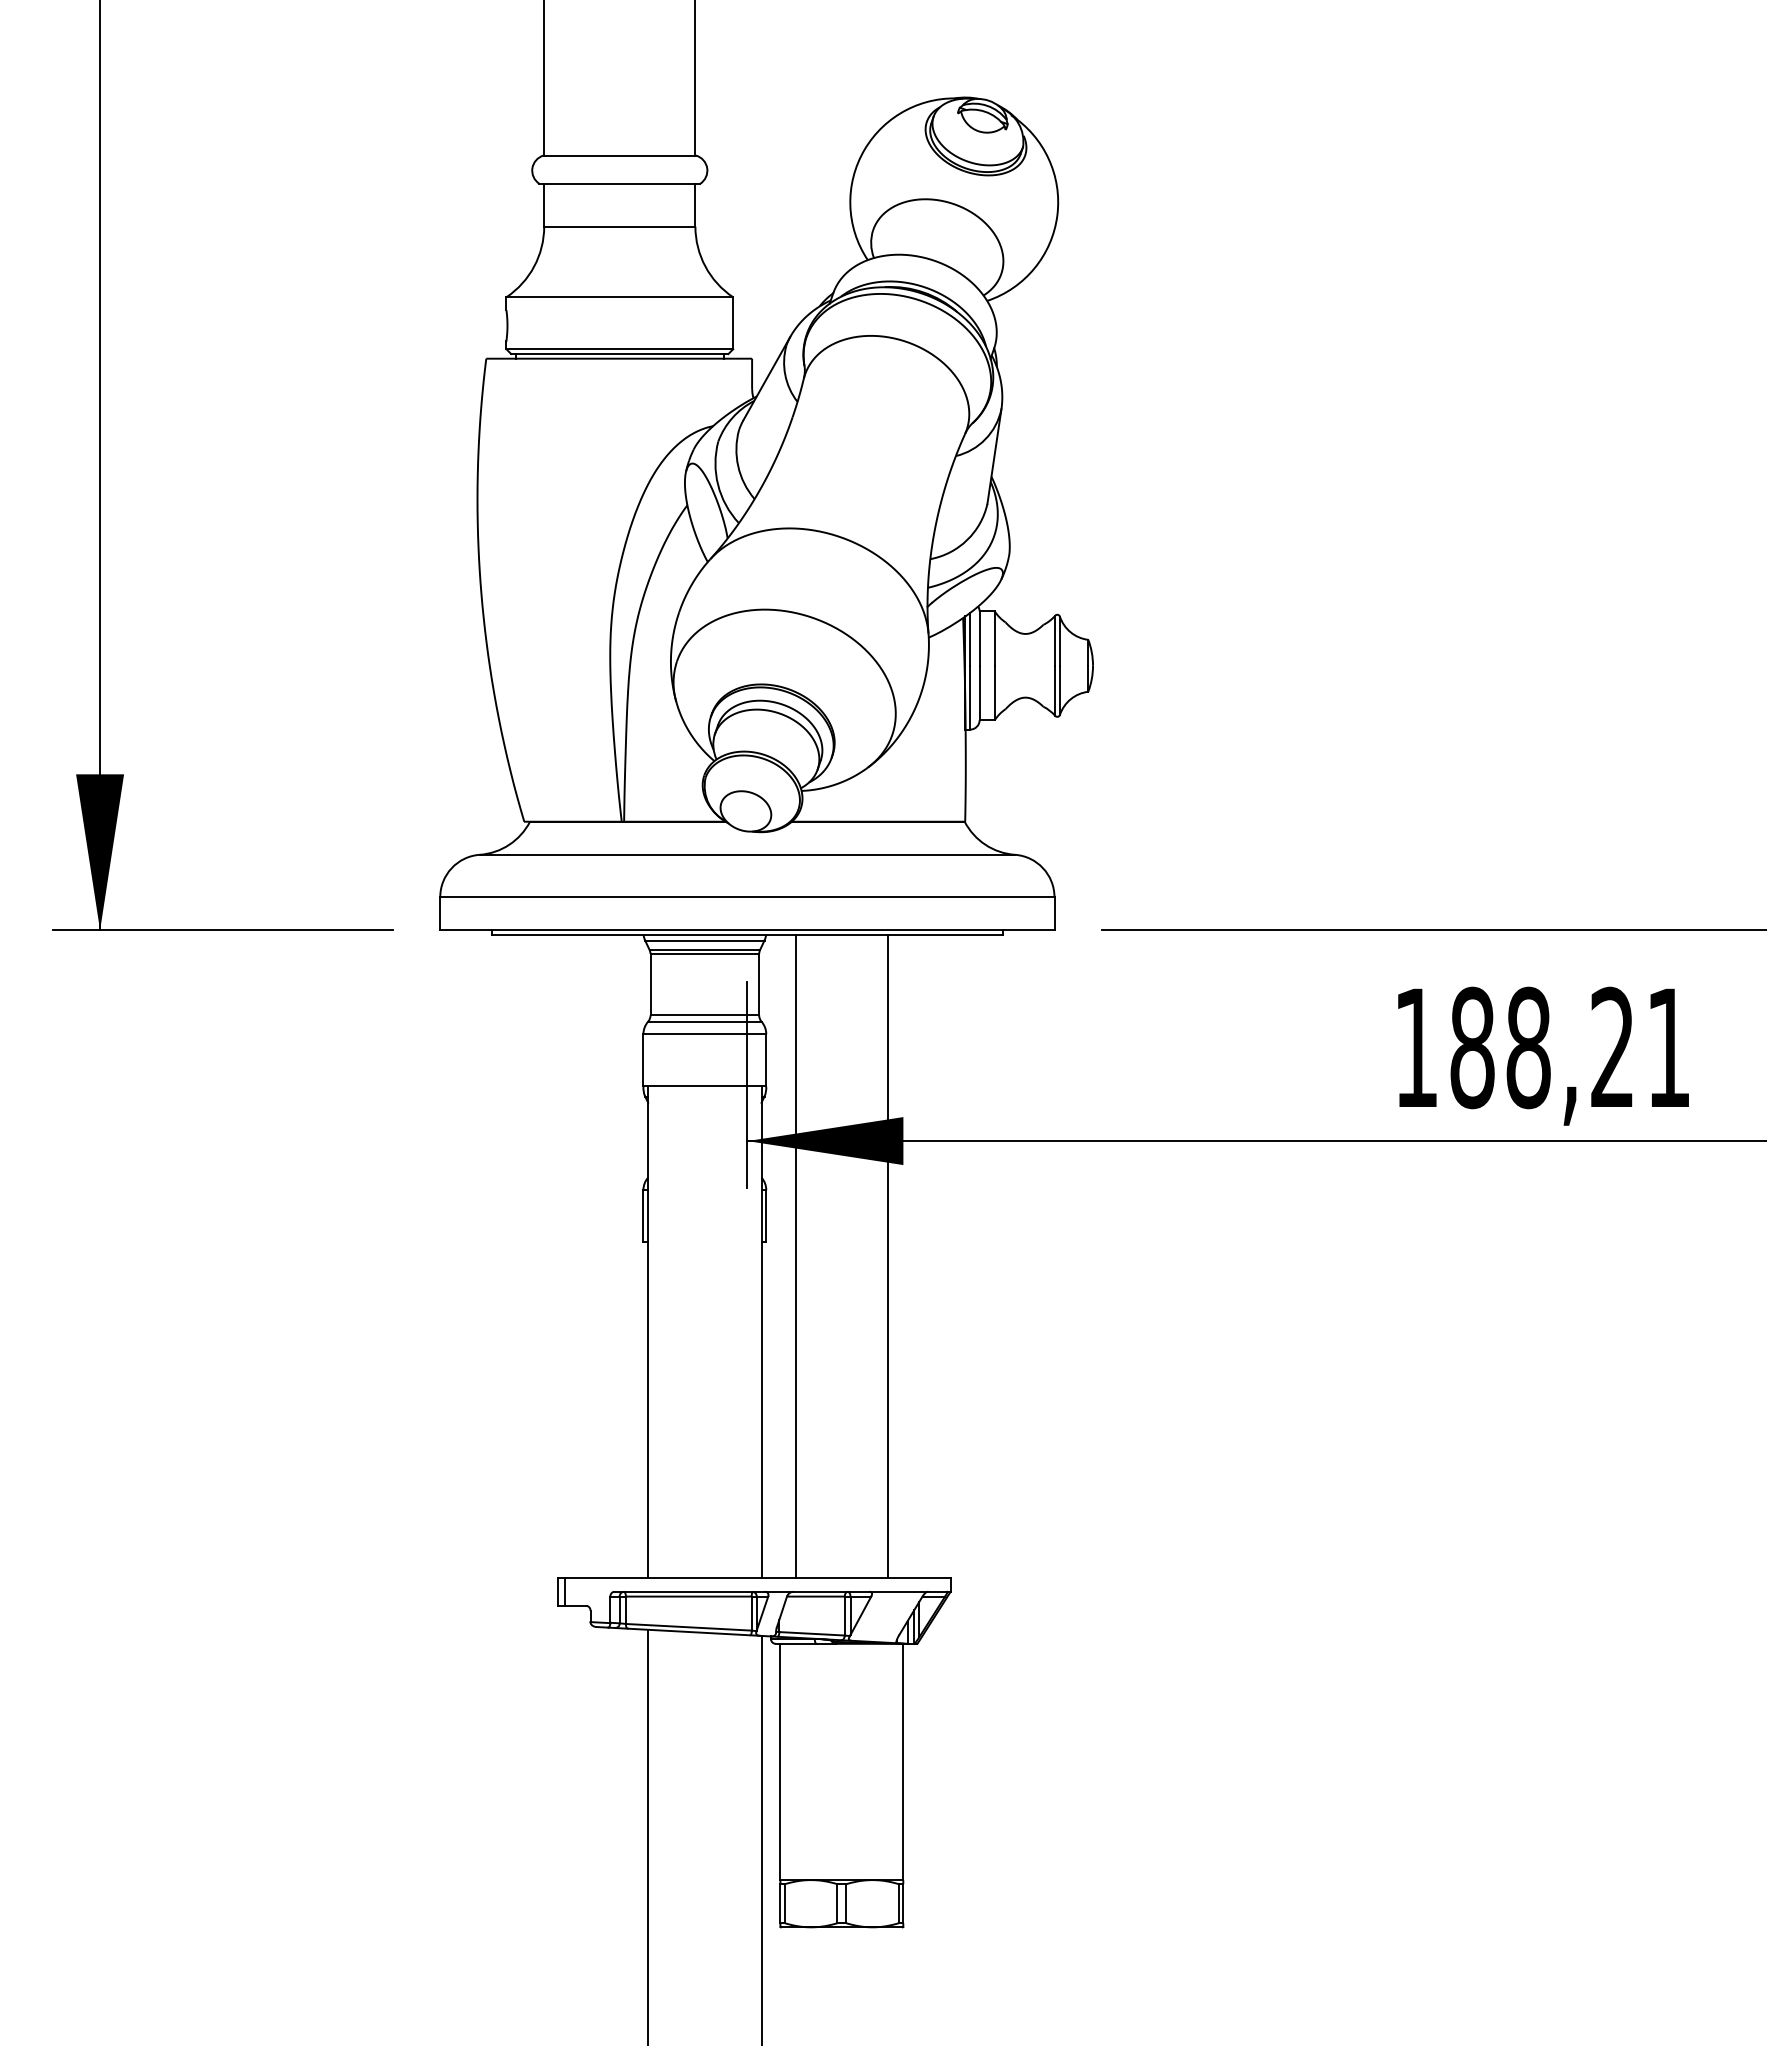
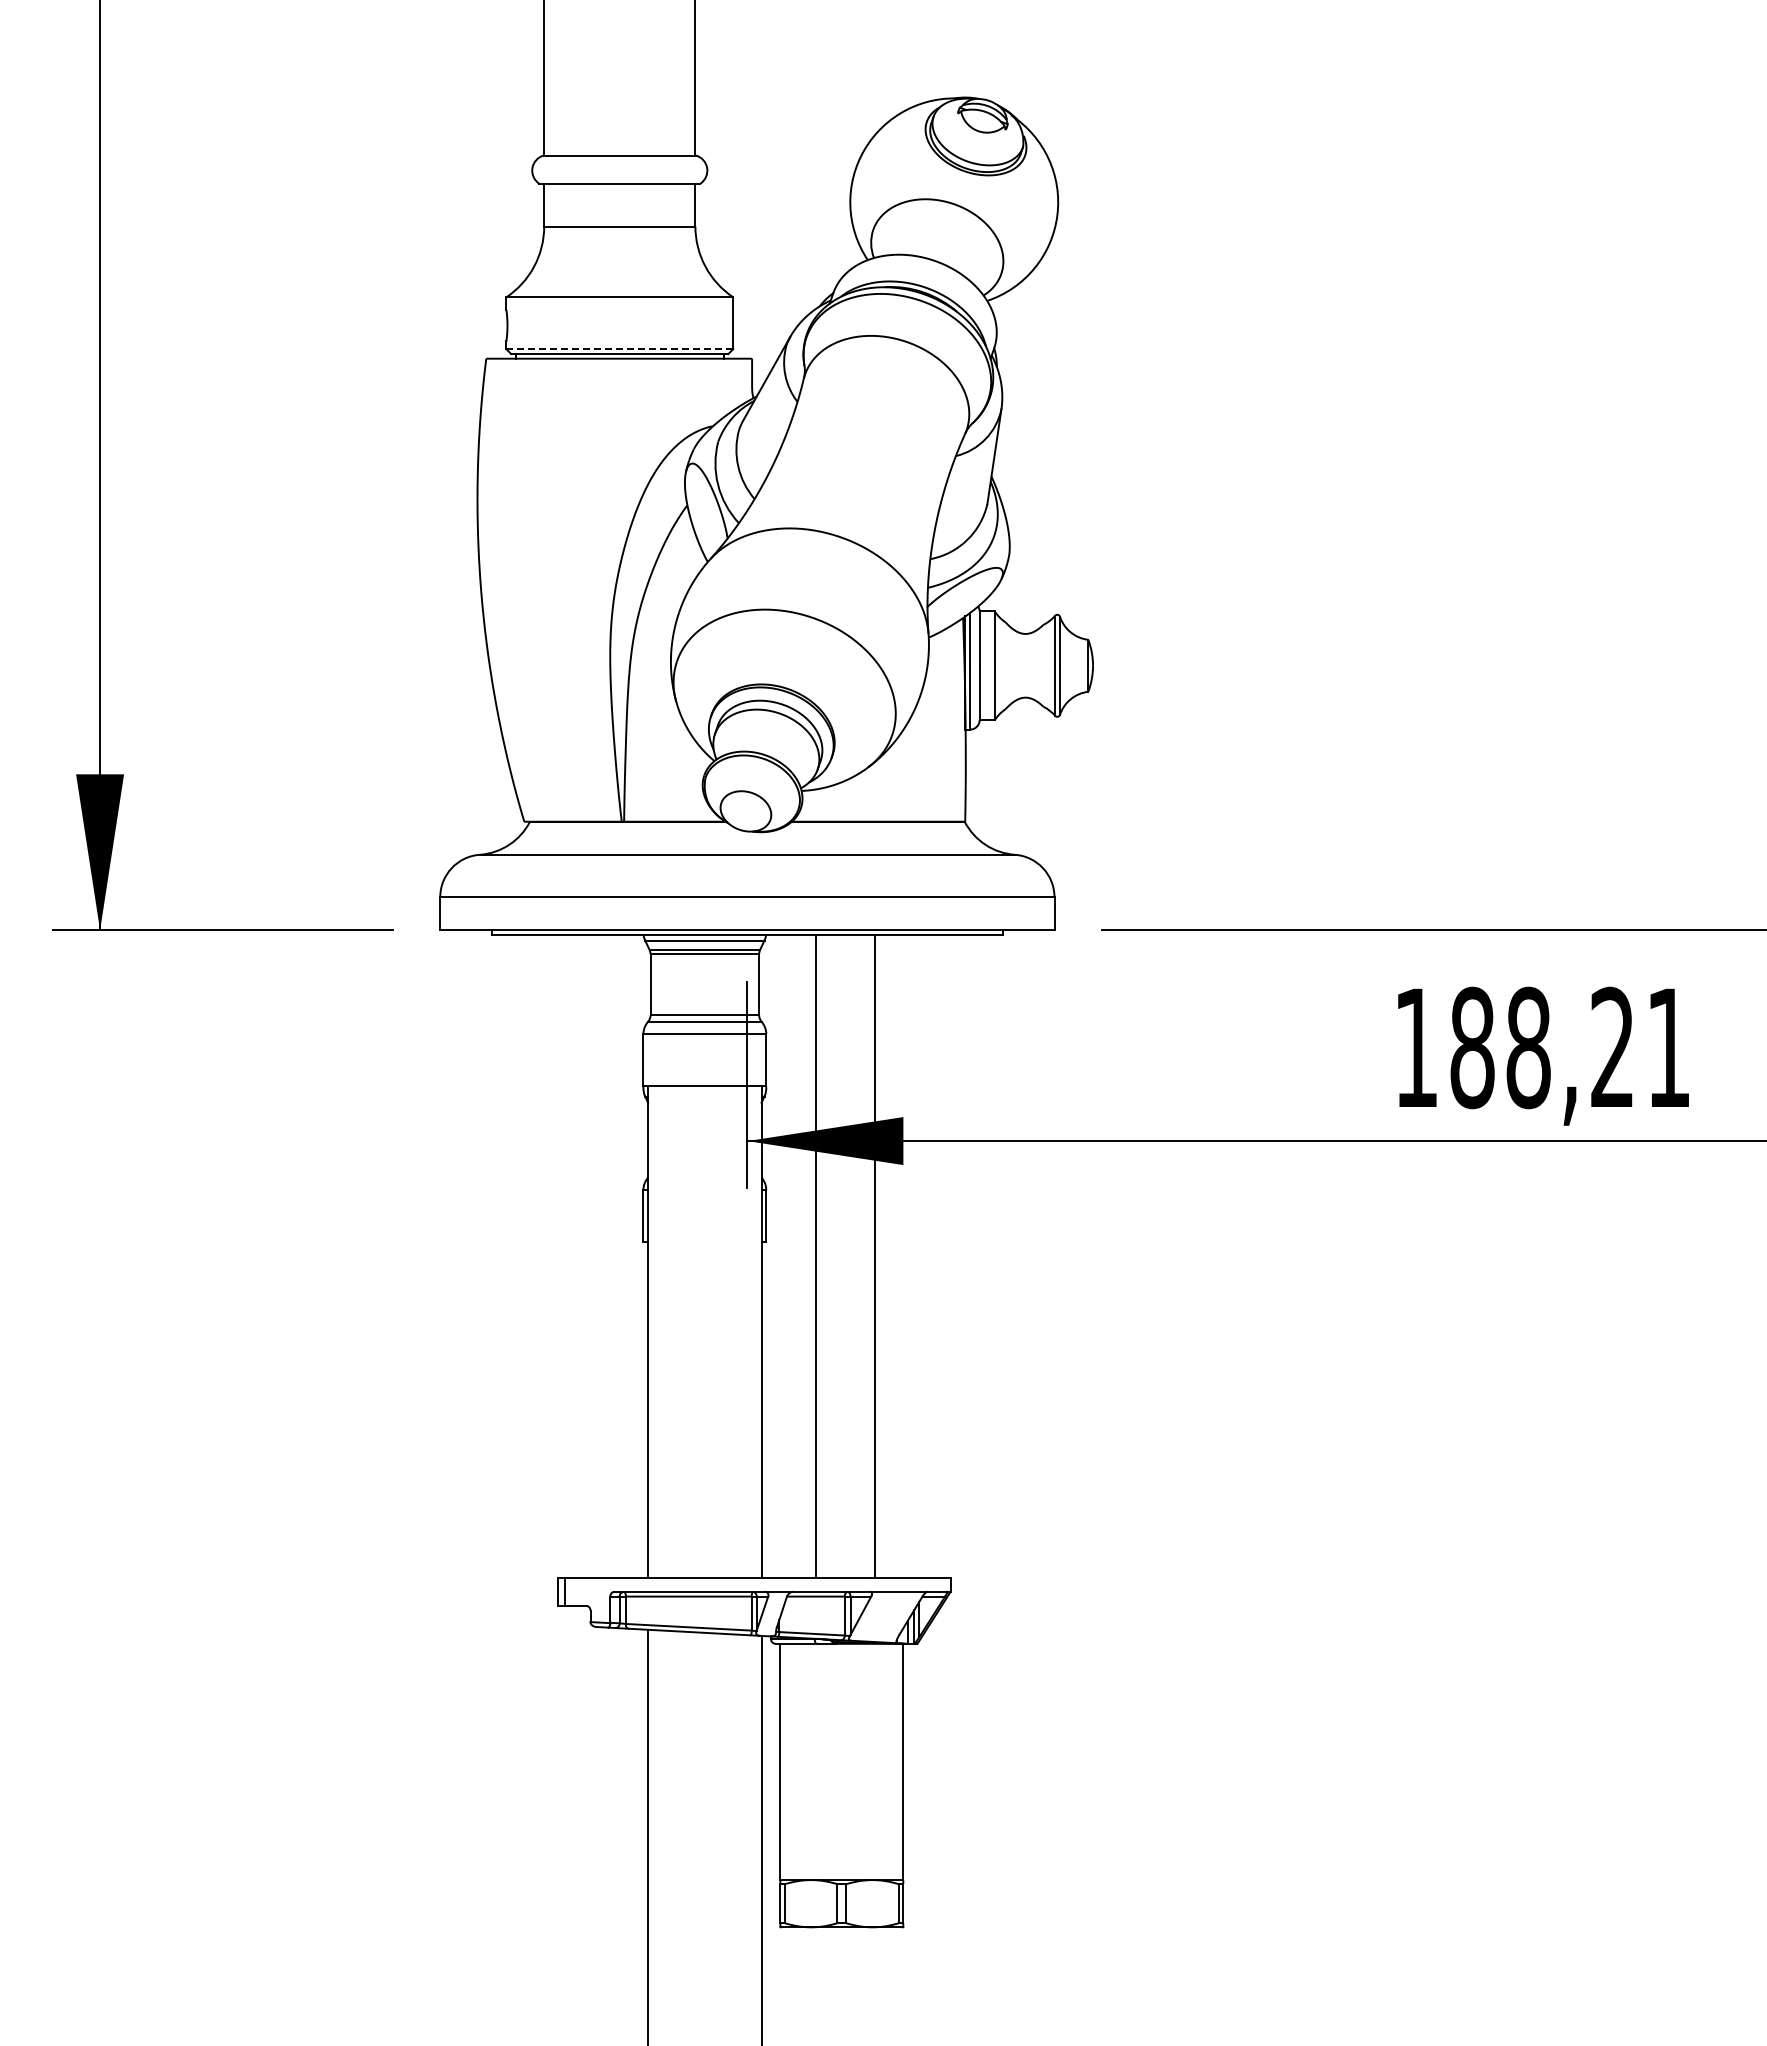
line at (620, 349): solid -> dashed
line at (795, 1256) position: (795, 1256) -> (815, 1256)
line at (888, 1256) position: (888, 1256) -> (875, 1256)
